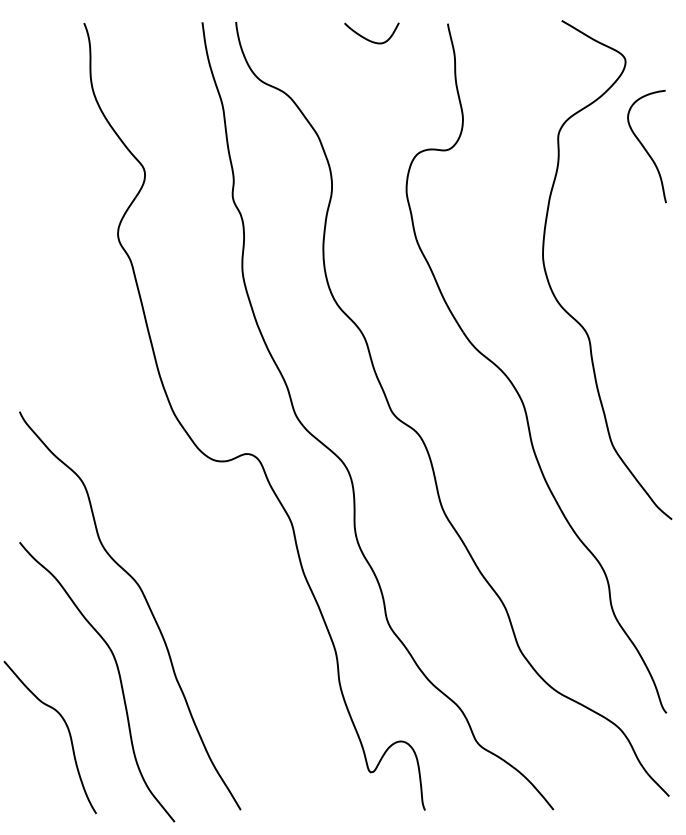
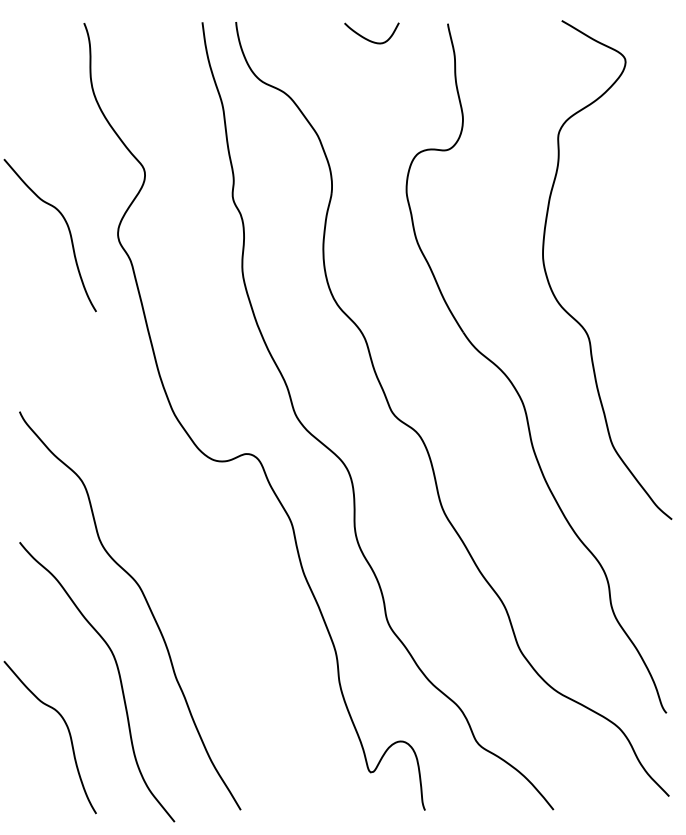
curve at (645, 147): present -> none
curve at (67, 228): none -> present
